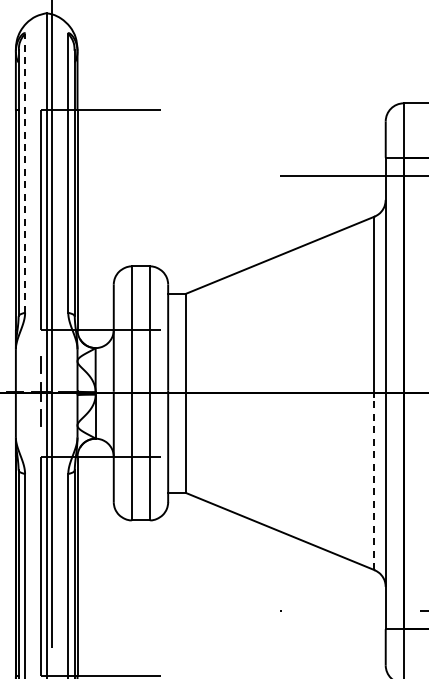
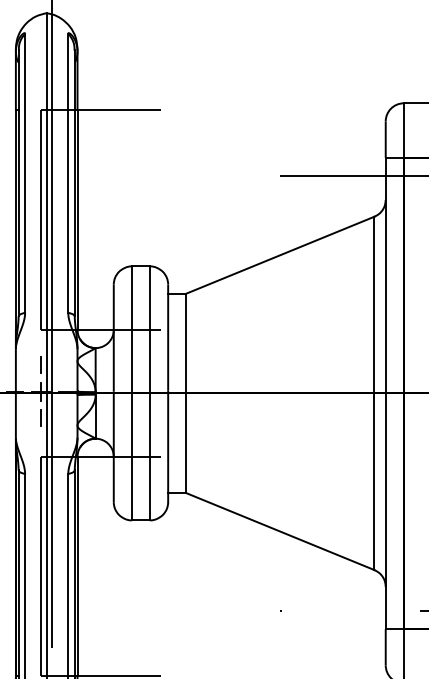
line at (25, 173): dashed -> solid
line at (374, 483): dashed -> solid
